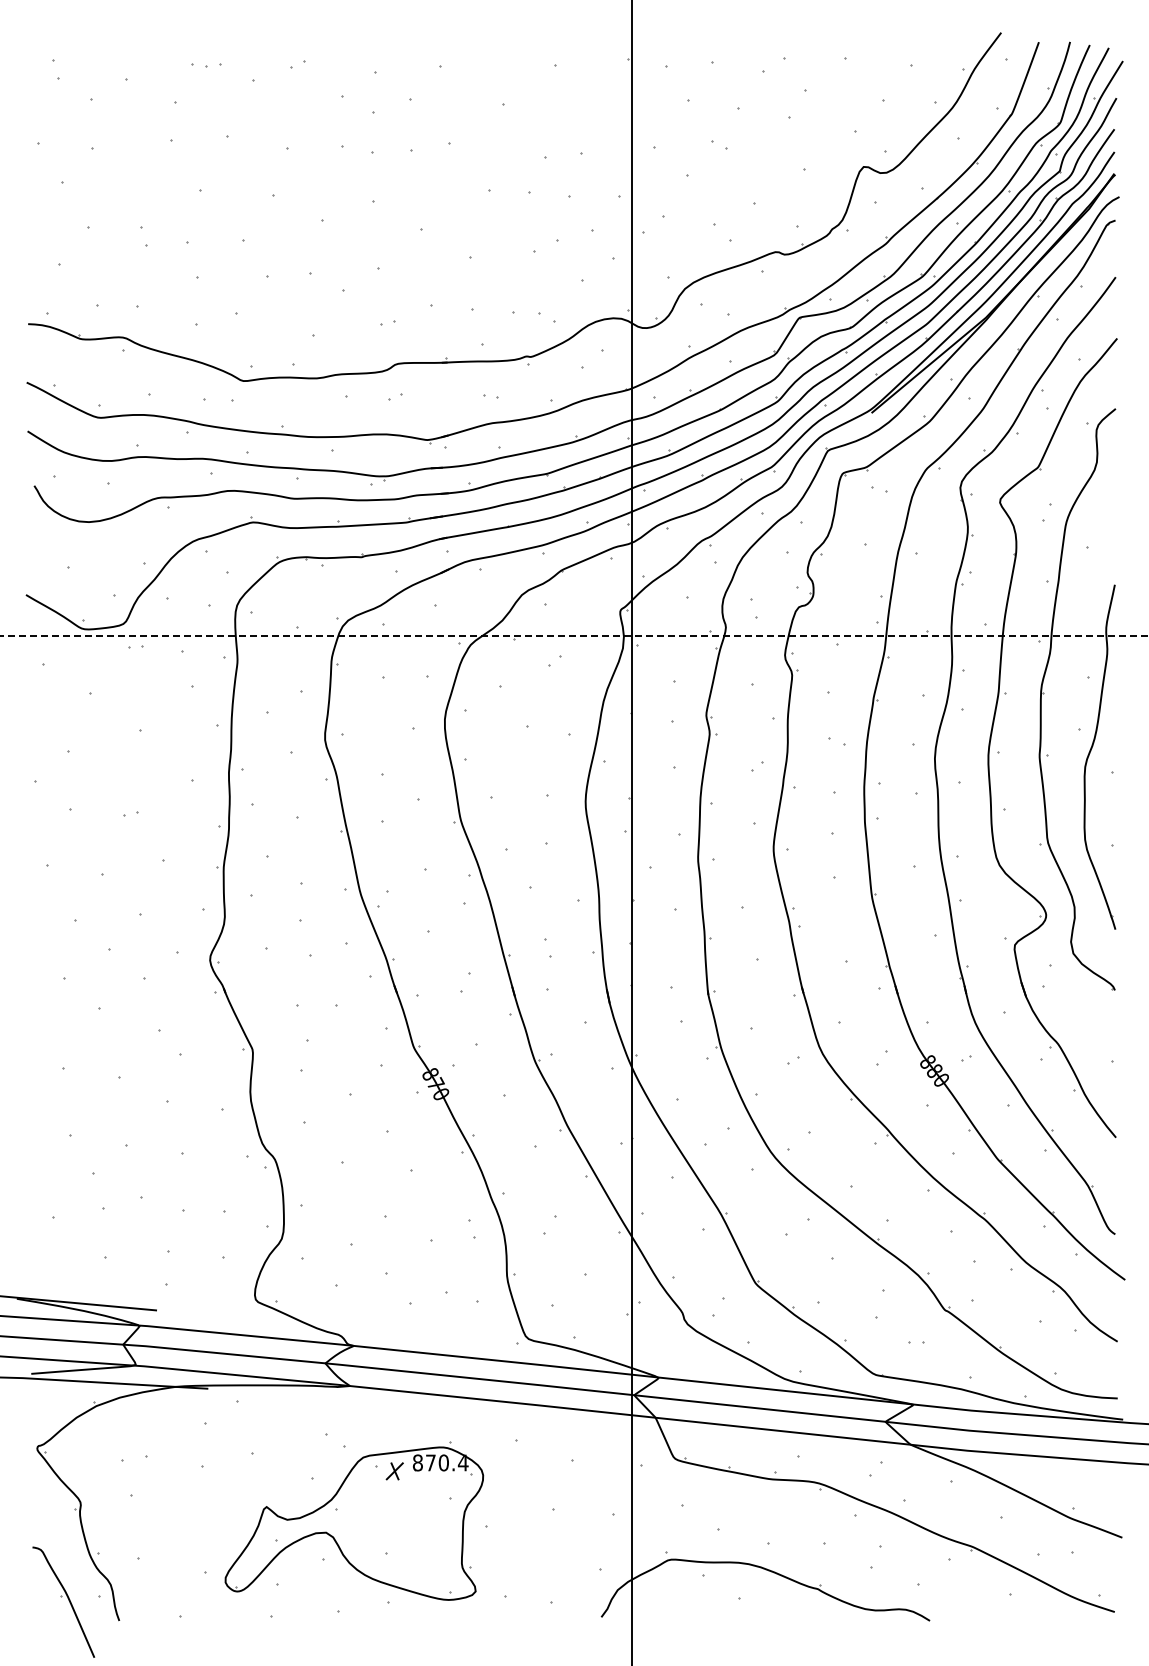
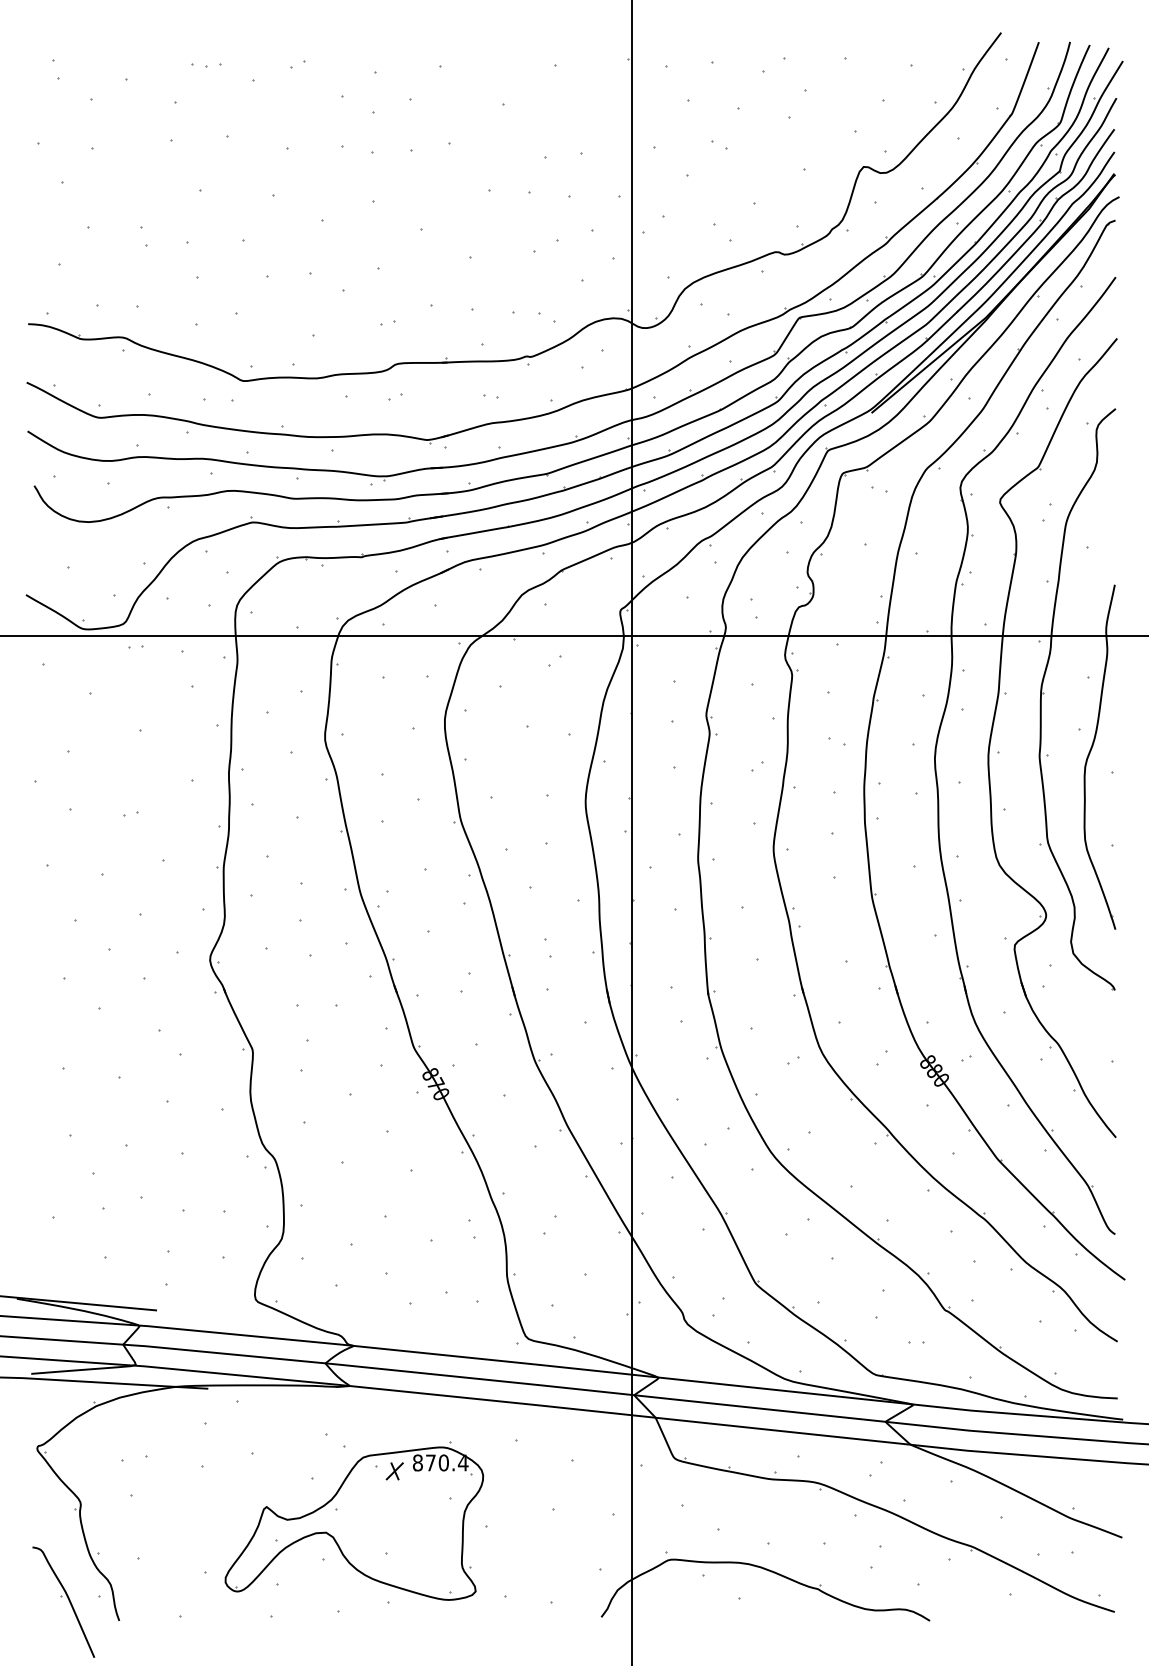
line at (574, 636): dashed -> solid
